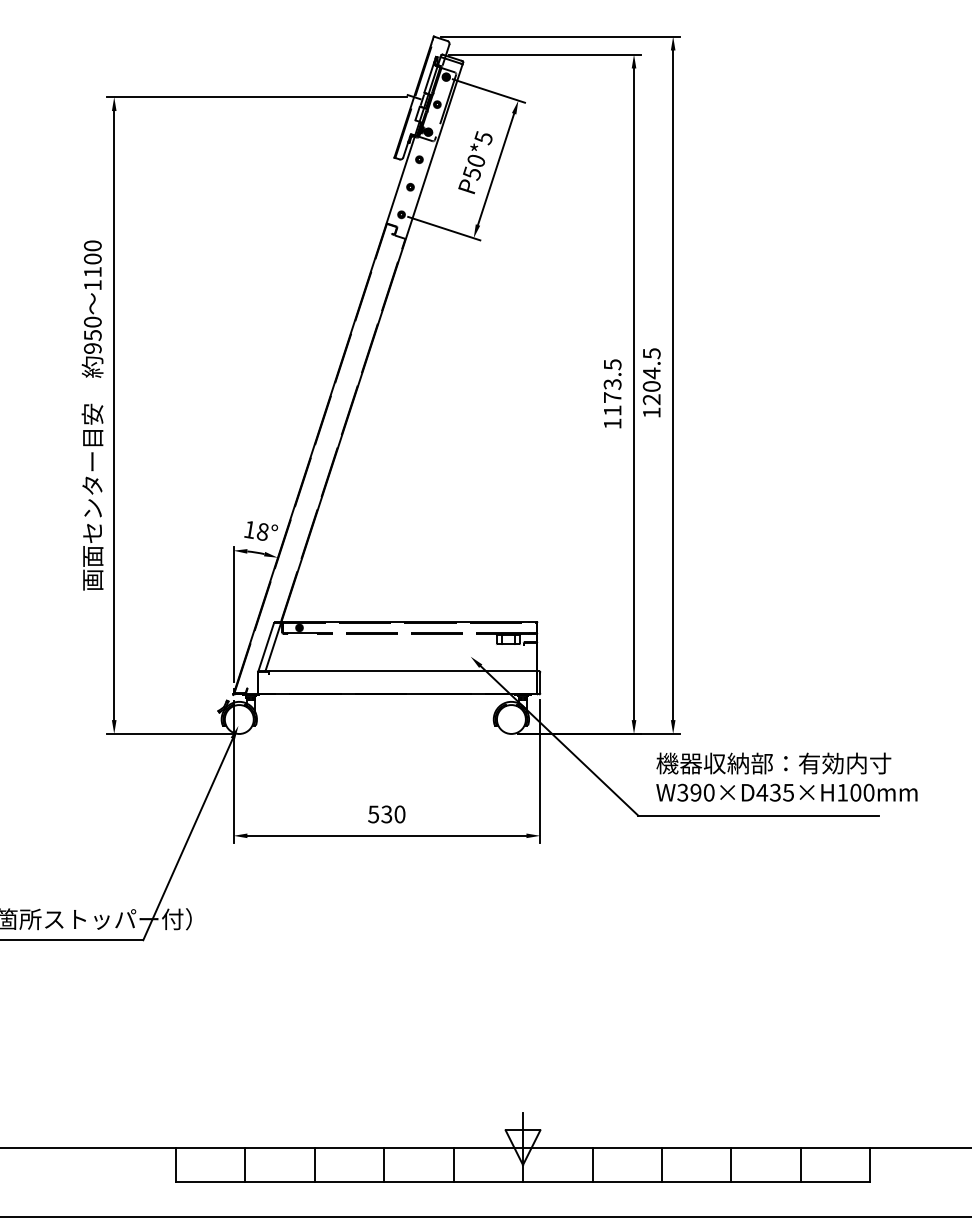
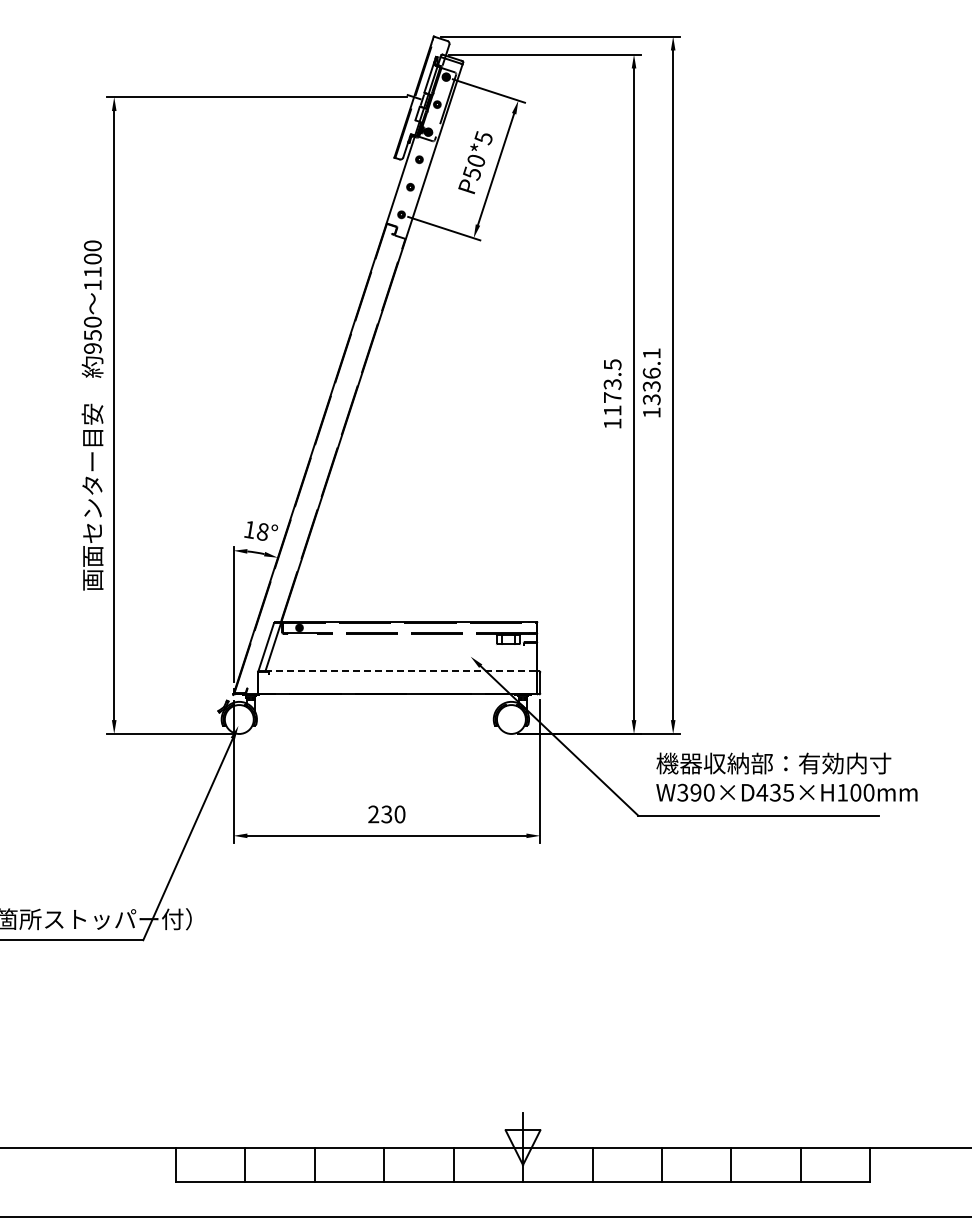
text at (651, 376): 1204.5 -> 1336.1
line at (401, 671): solid -> dashed
text at (373, 814): 530 -> 230
